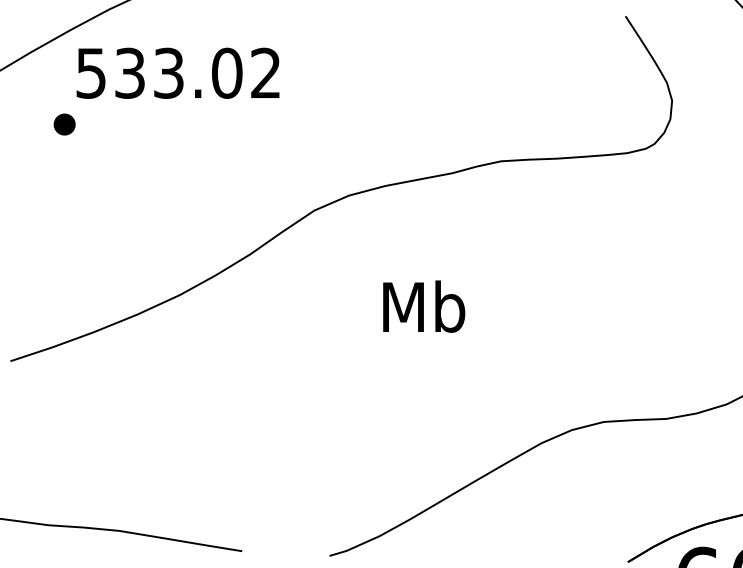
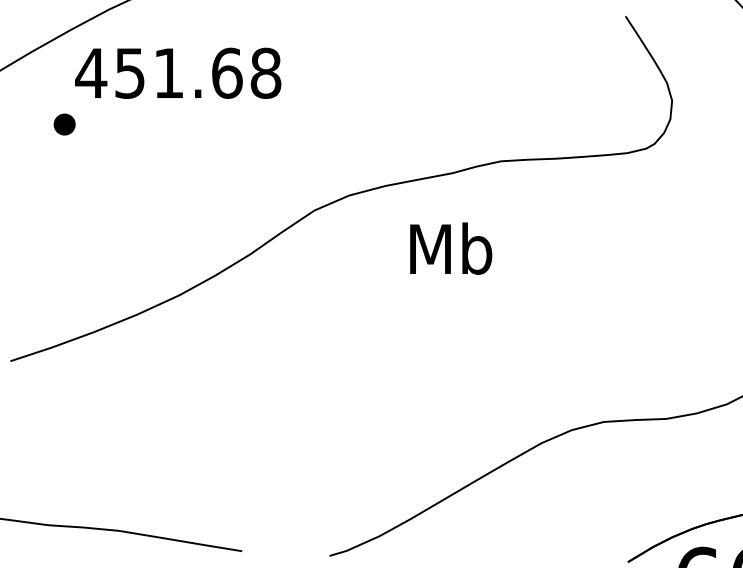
text at (178, 72): 533.02 -> 451.68
text at (424, 306) position: (424, 306) -> (451, 248)
